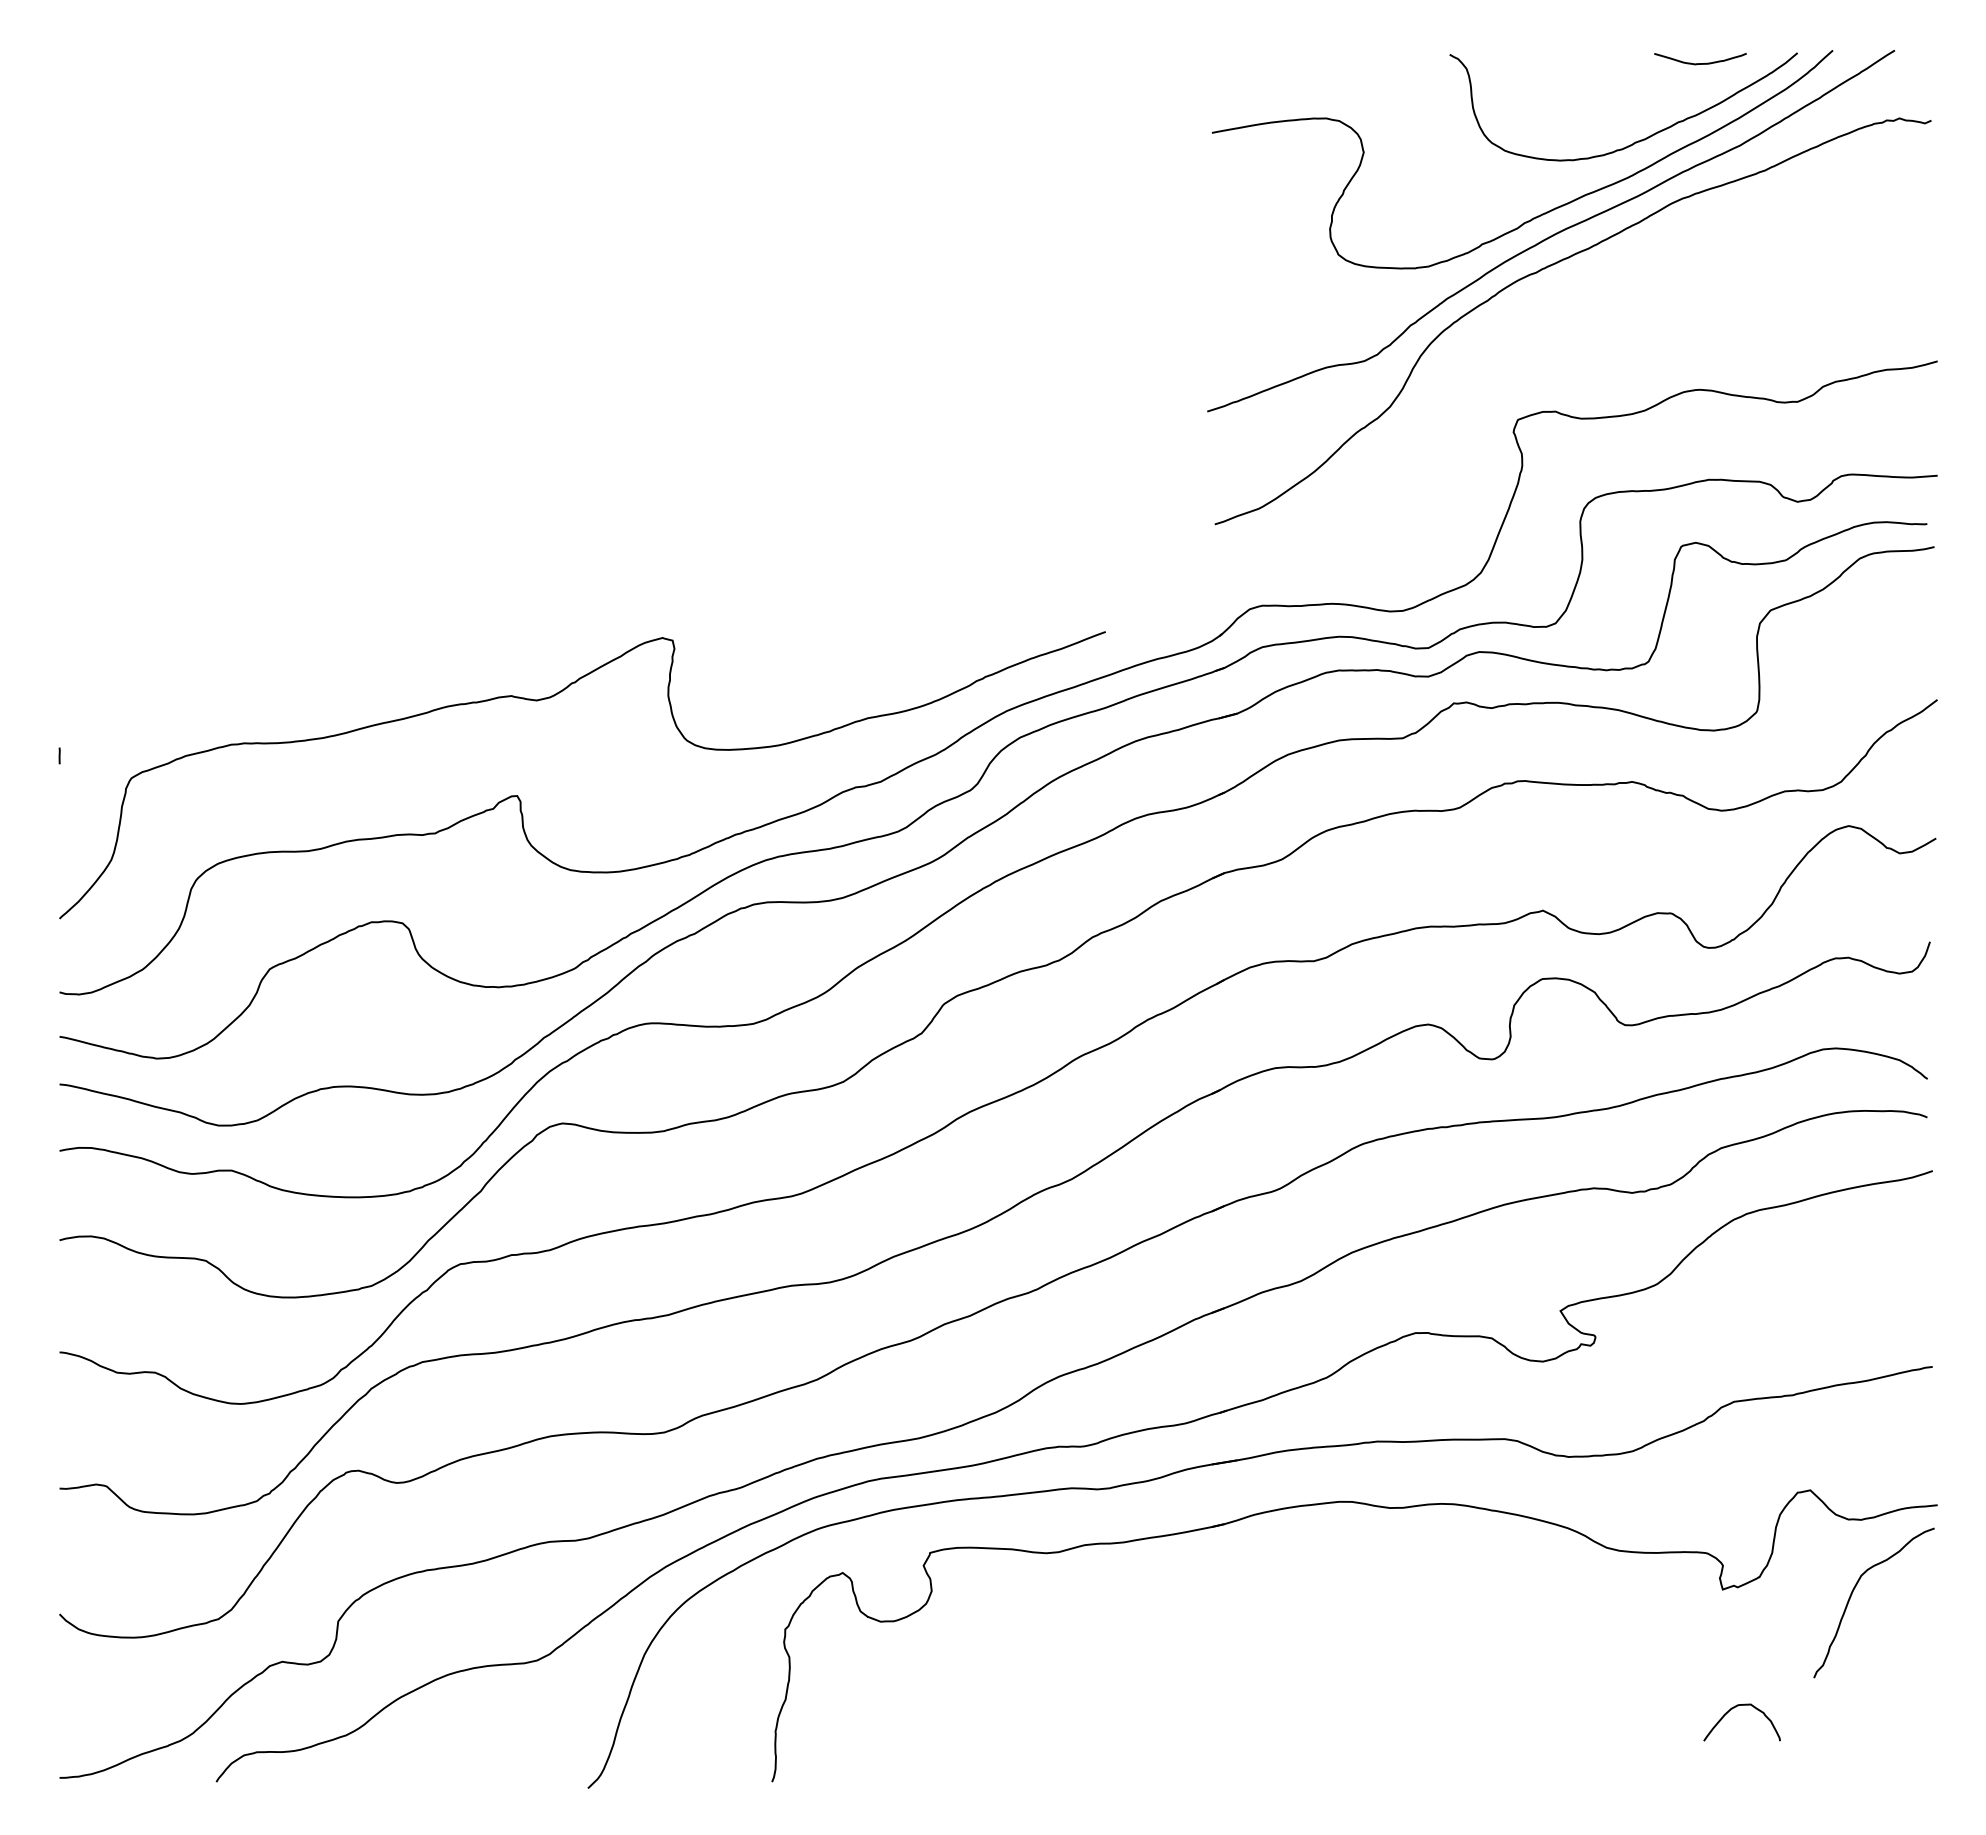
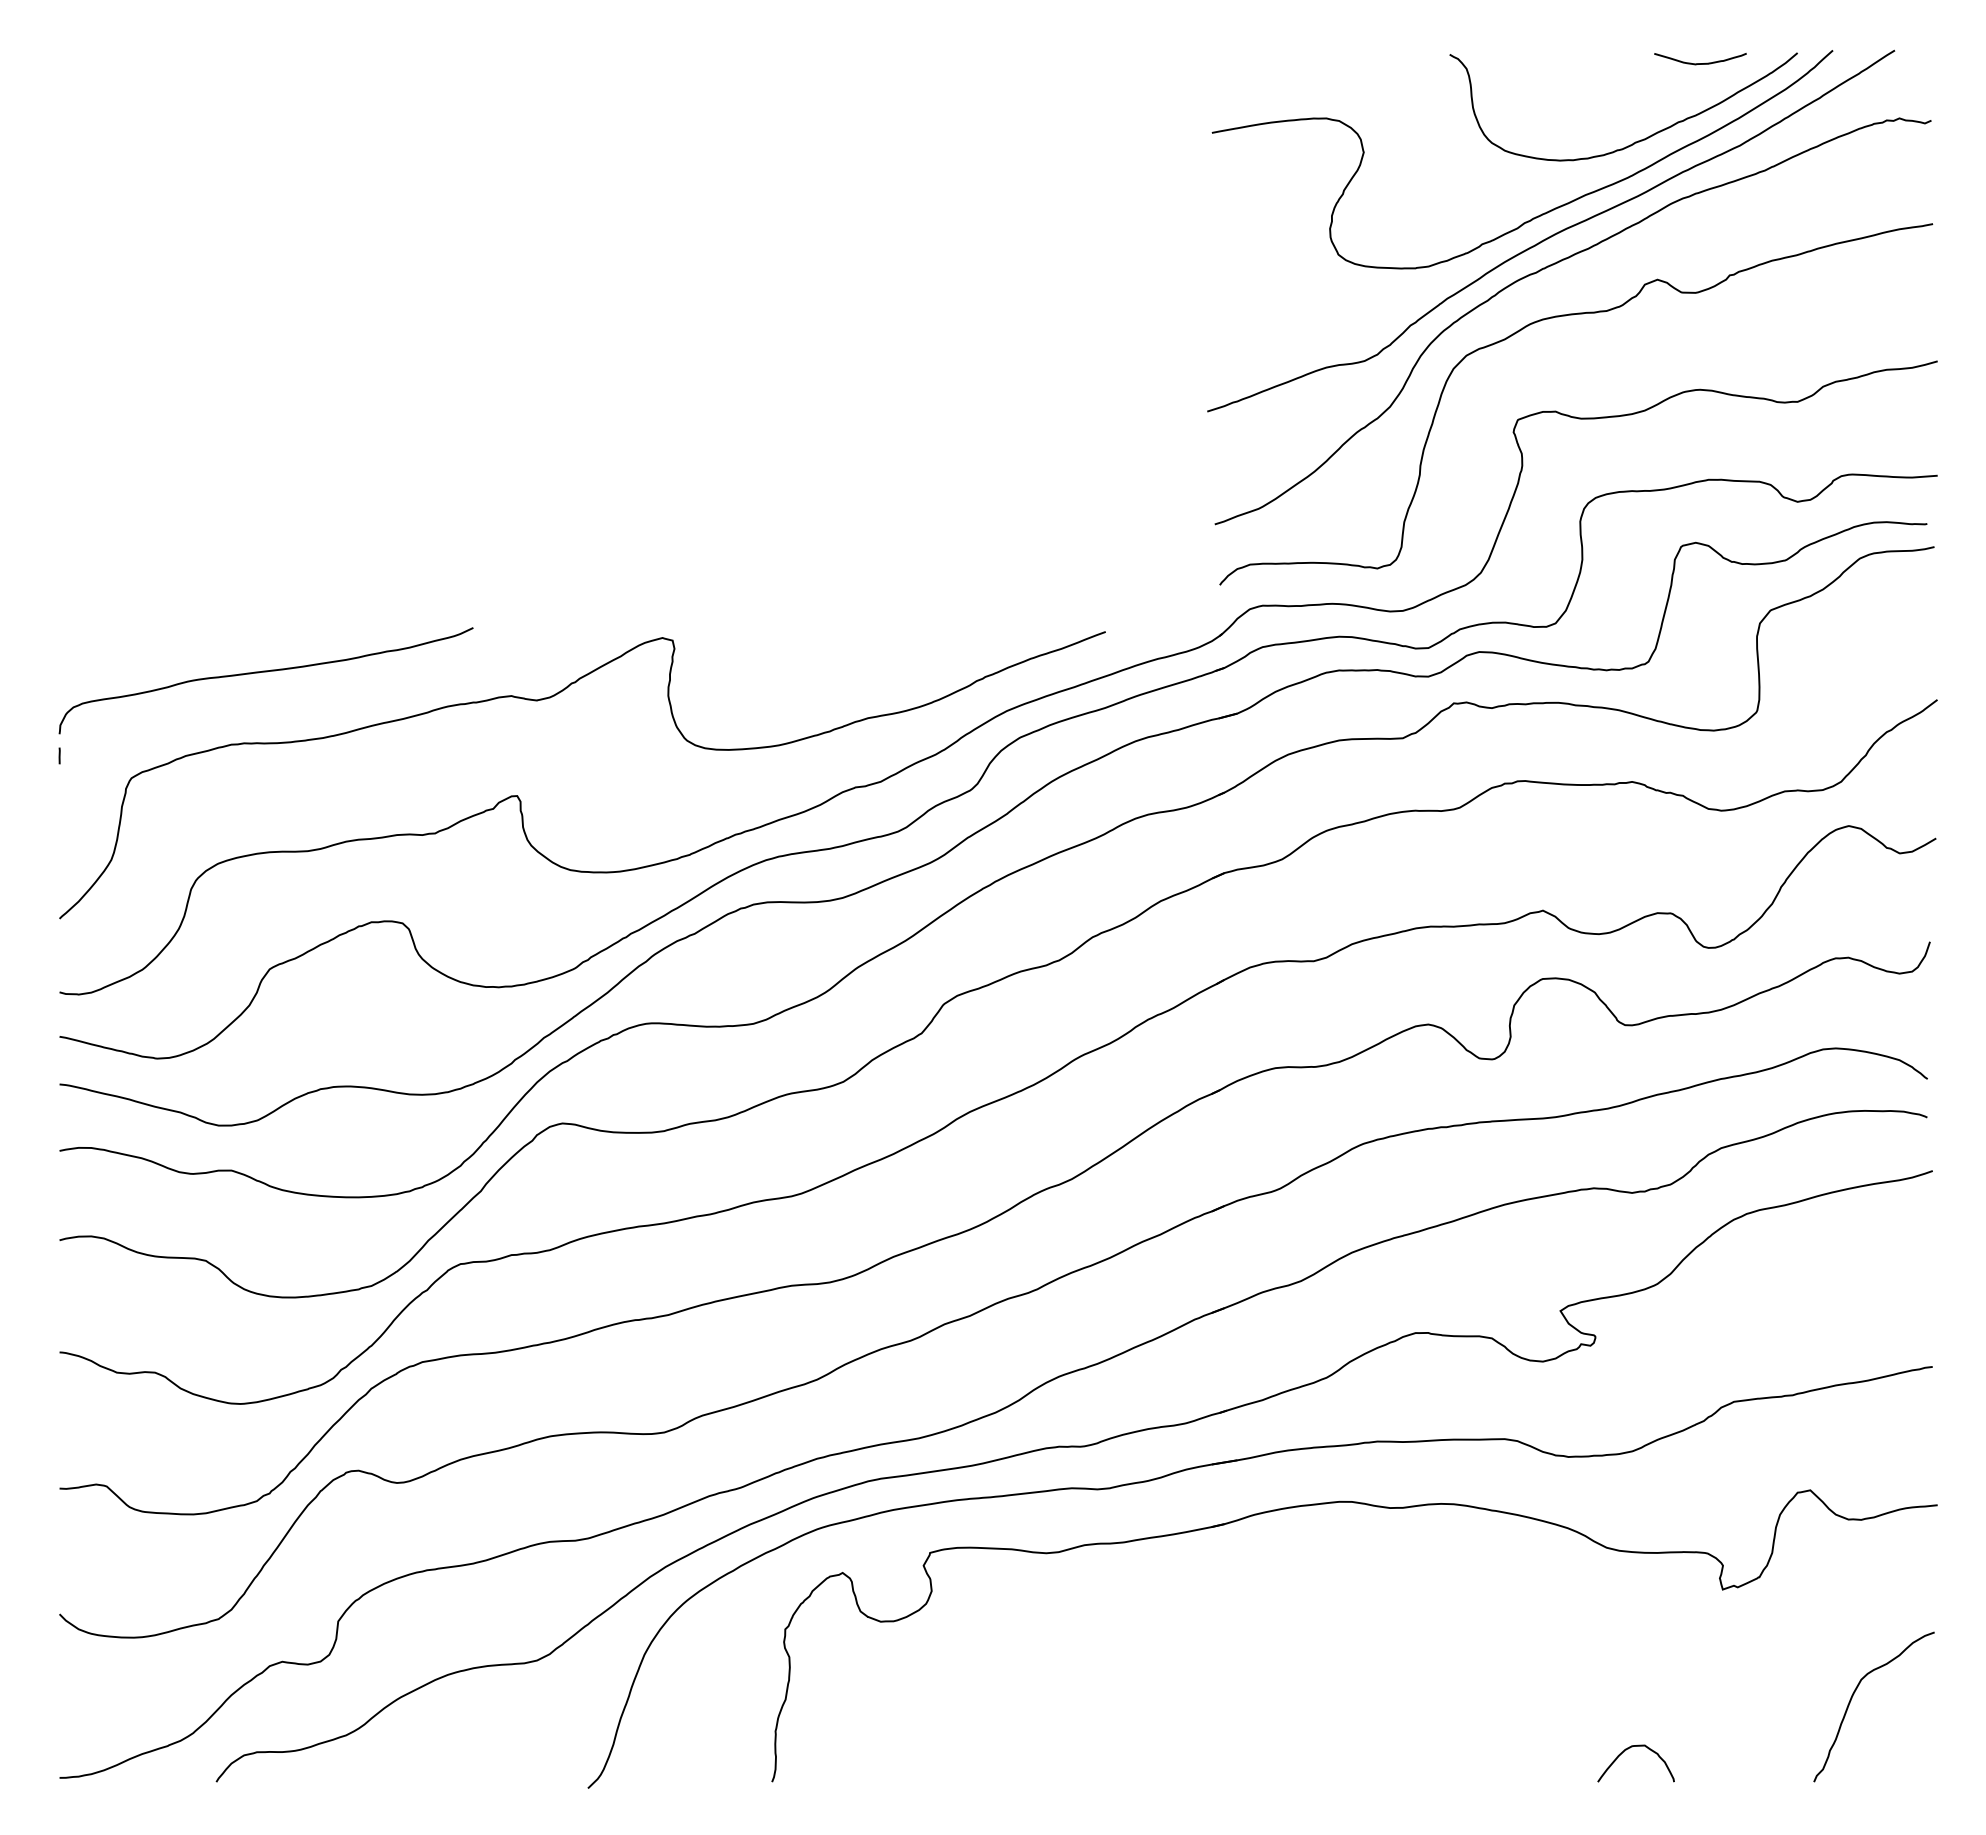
curve at (1565, 316): none -> present
curve at (265, 672): none -> present
curve at (1853, 1592) position: (1853, 1592) -> (1853, 1696)
curve at (1734, 1708) position: (1734, 1708) -> (1628, 1749)
